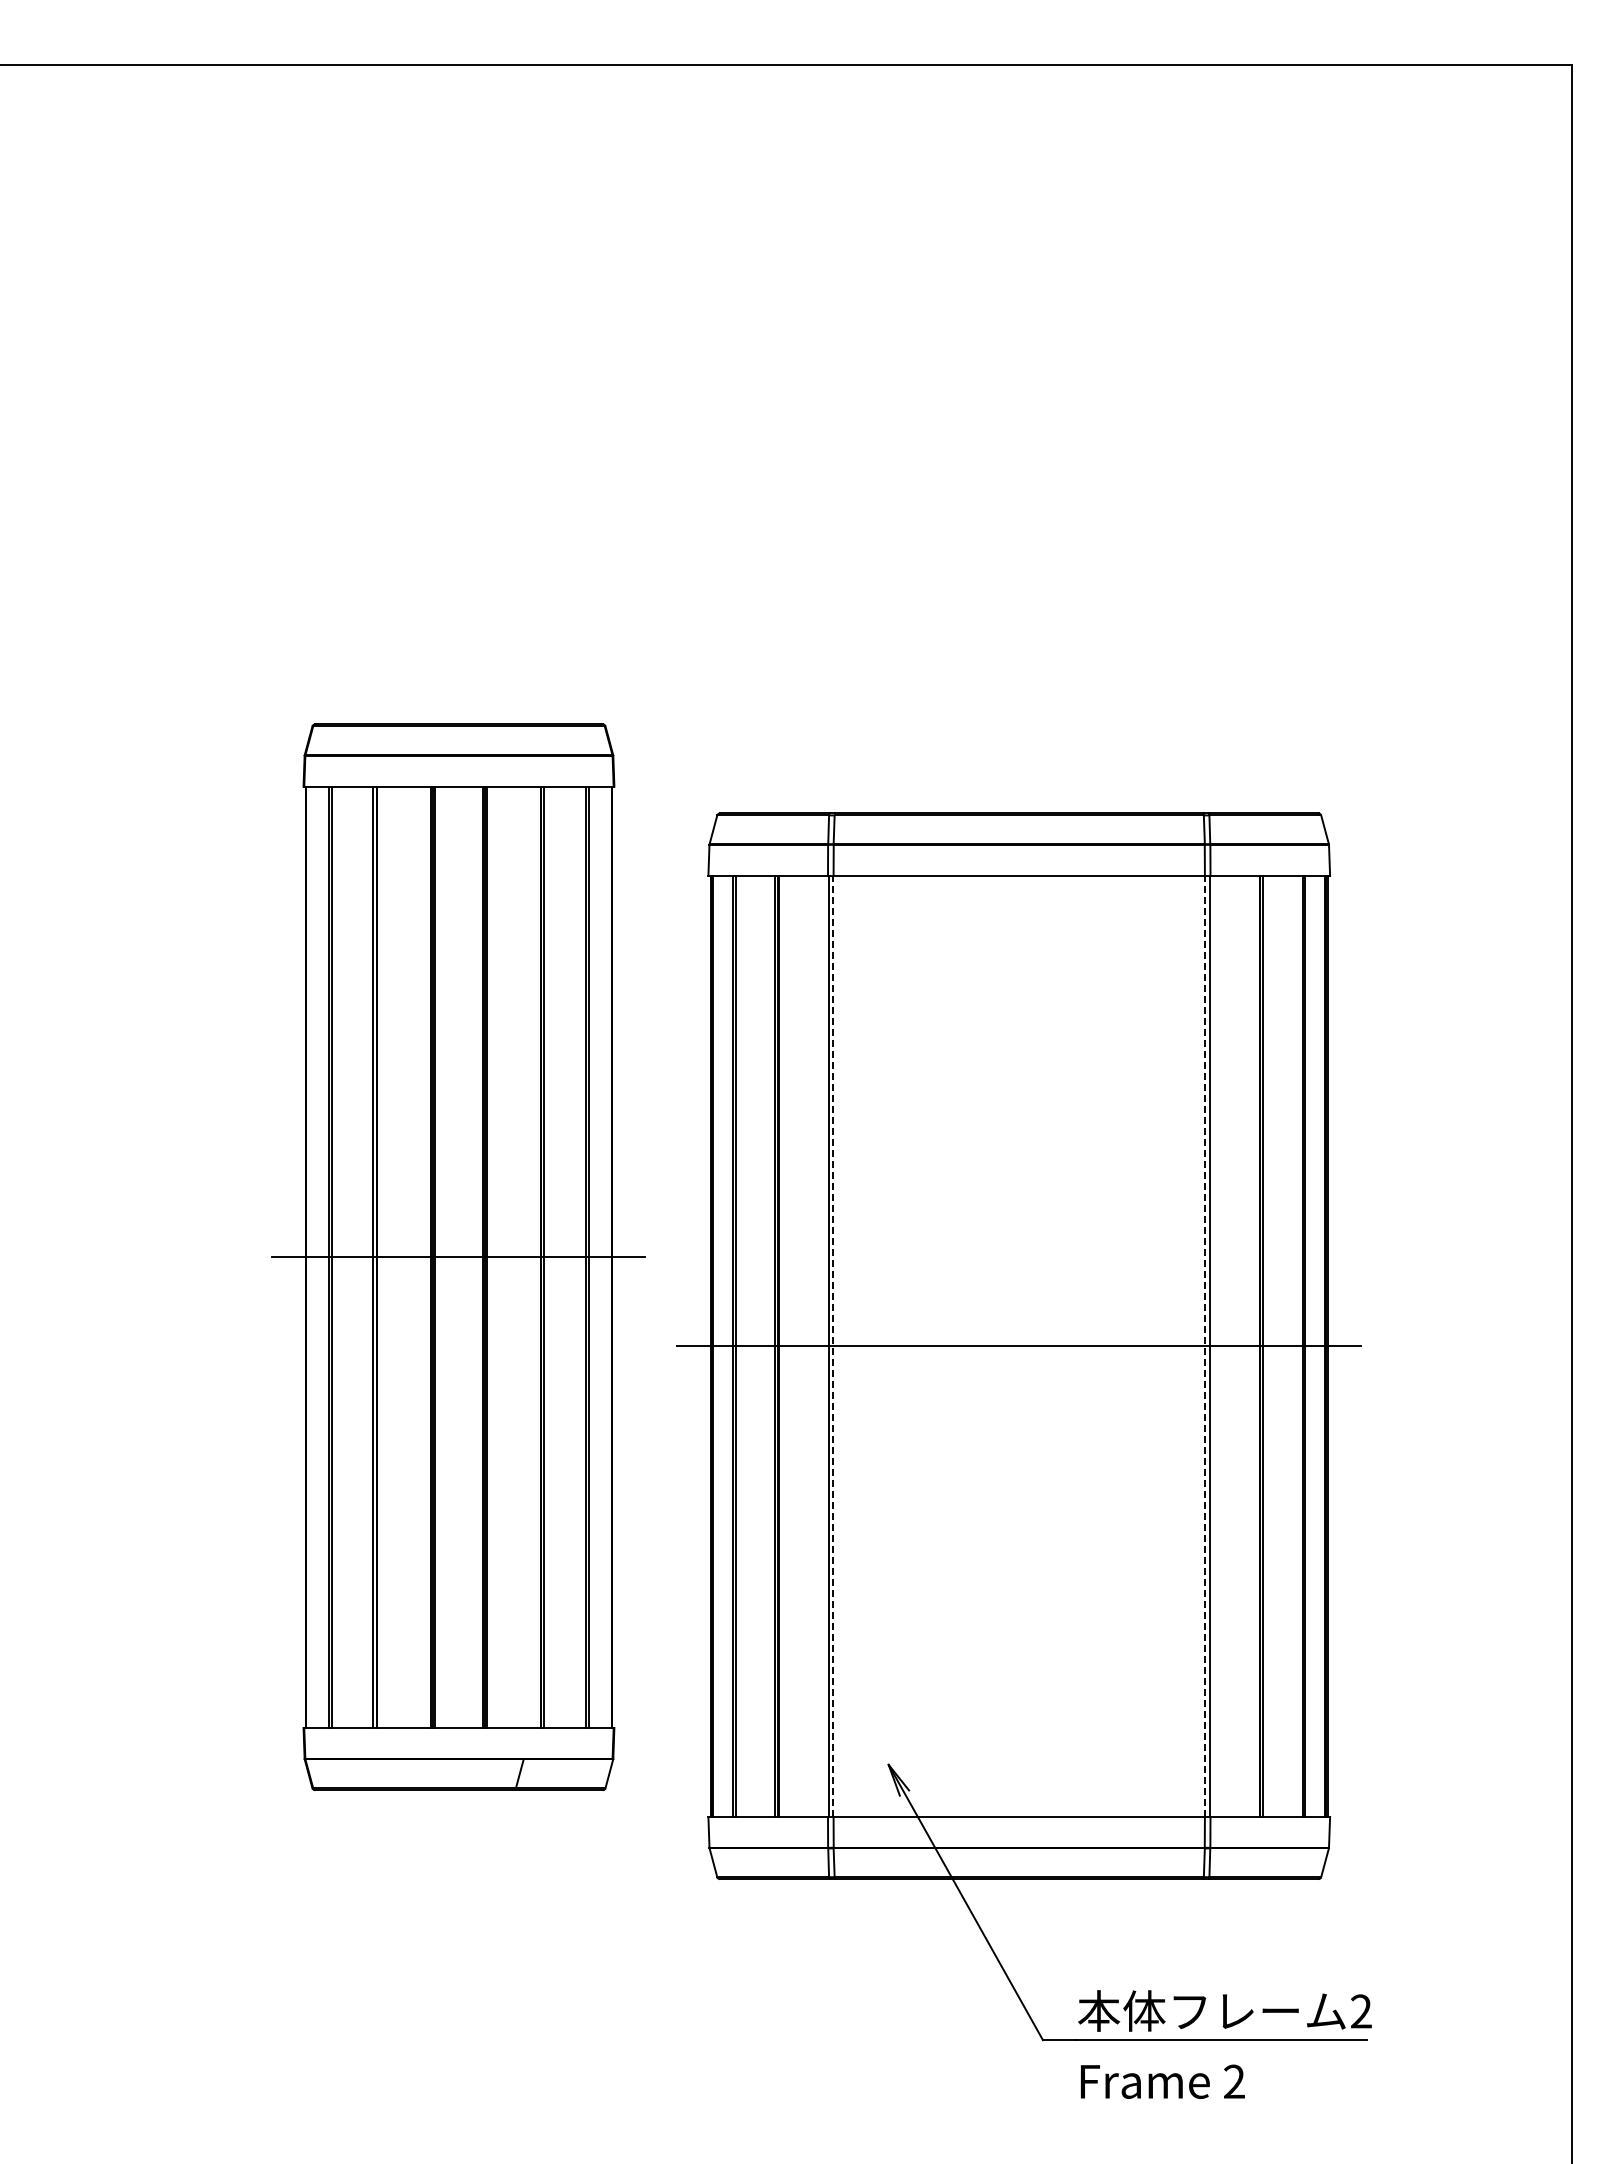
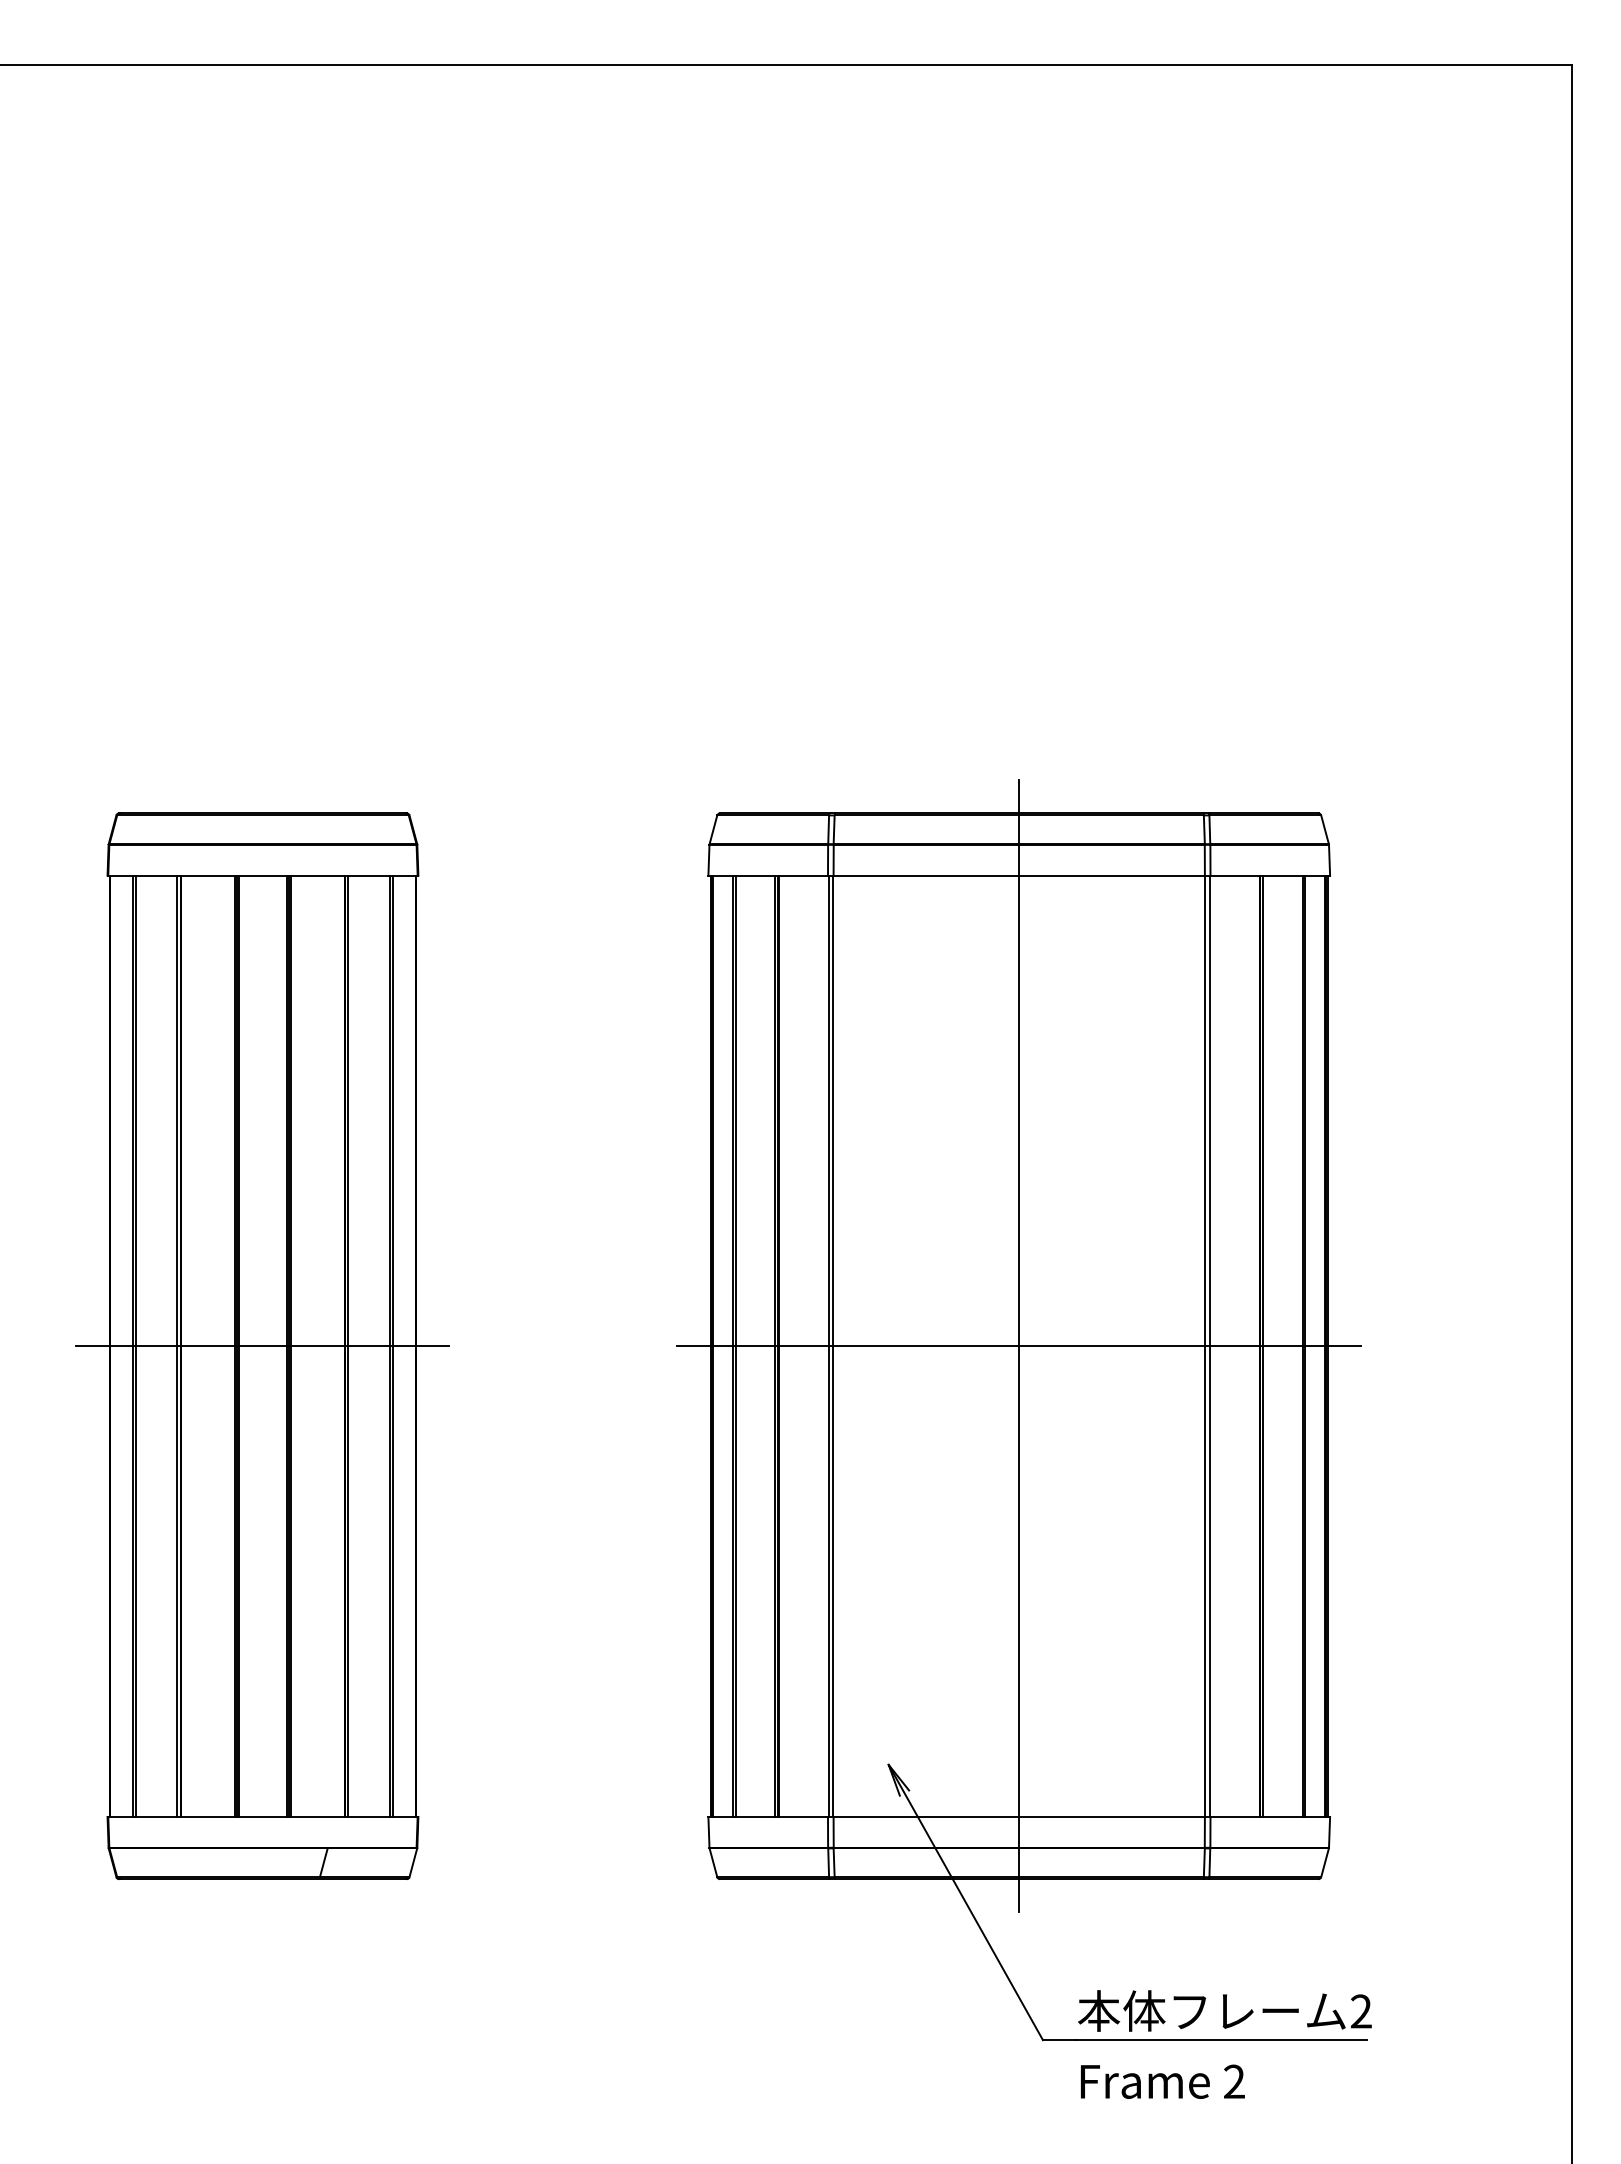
part at (458, 1256) position: (458, 1256) -> (262, 1345)
line at (833, 1346): dashed -> solid
line at (1019, 1346): none -> present
line at (1205, 1346): dashed -> solid
